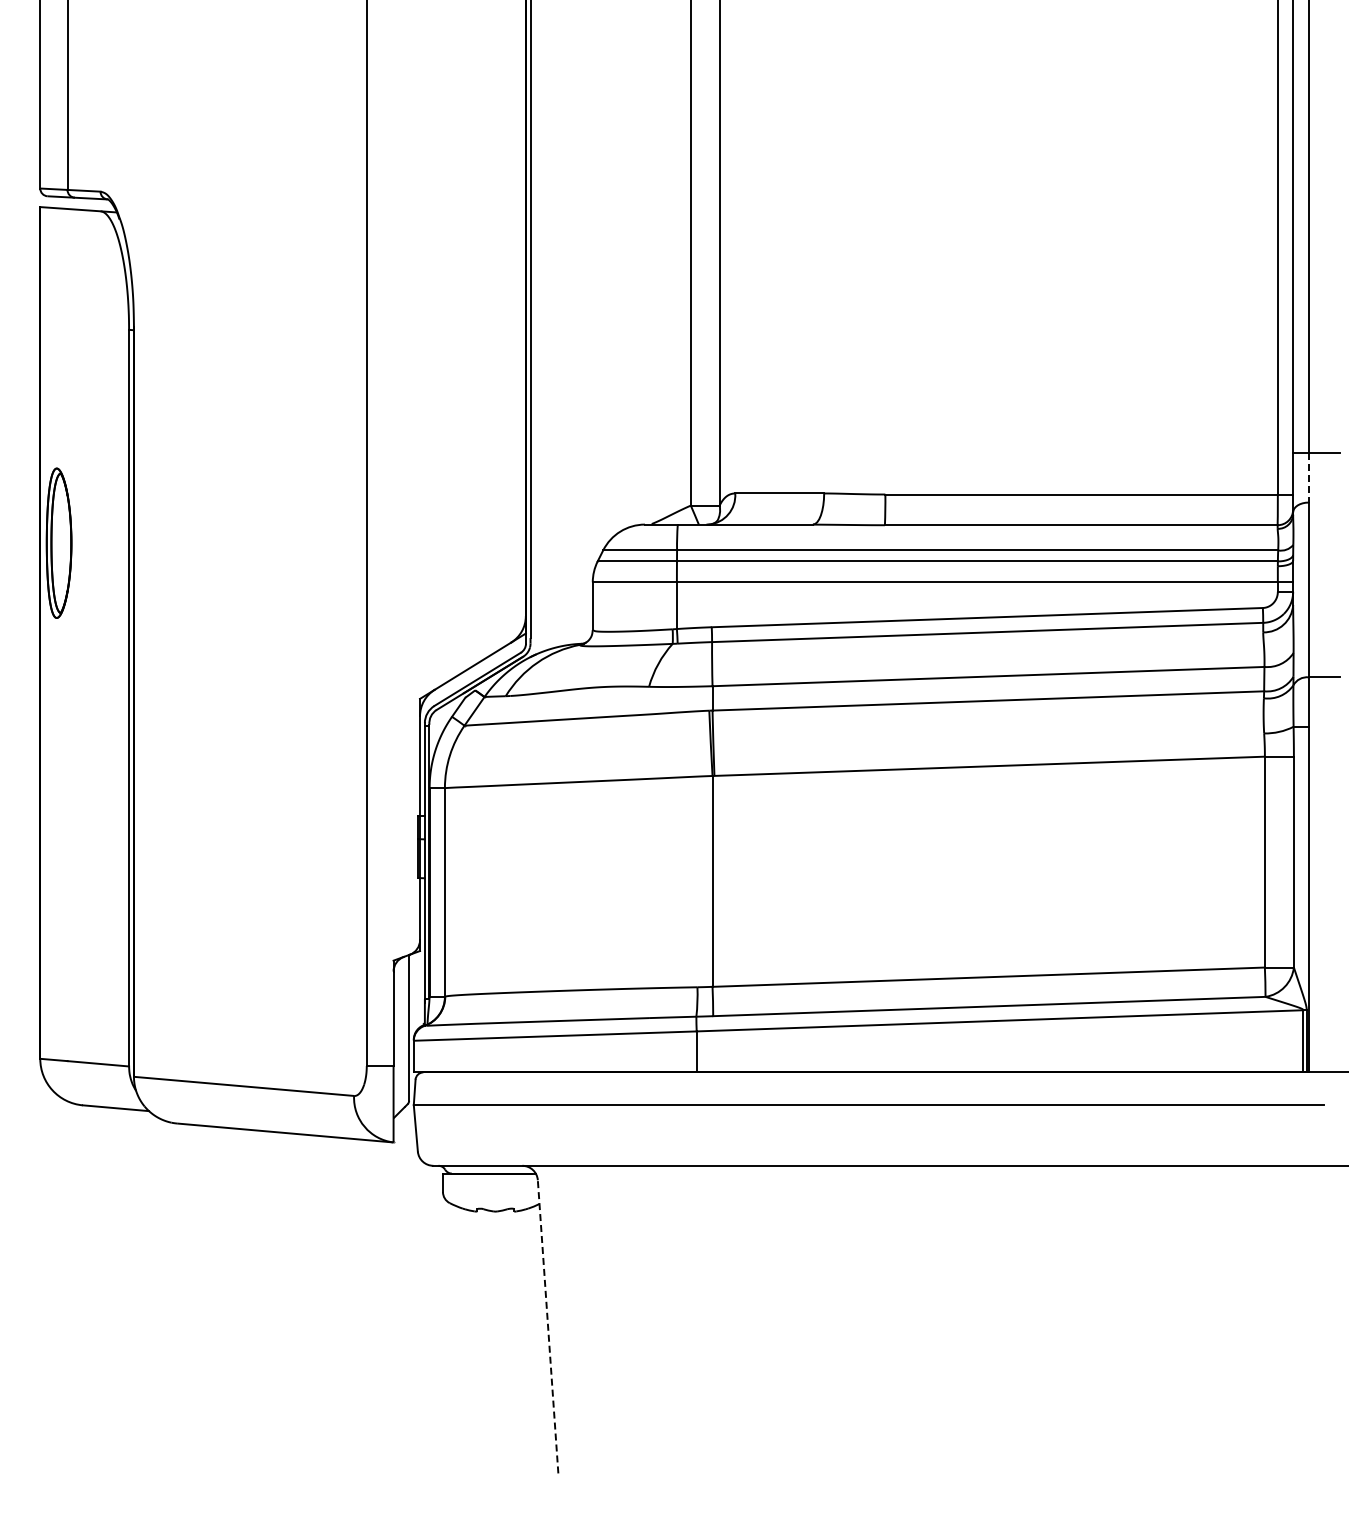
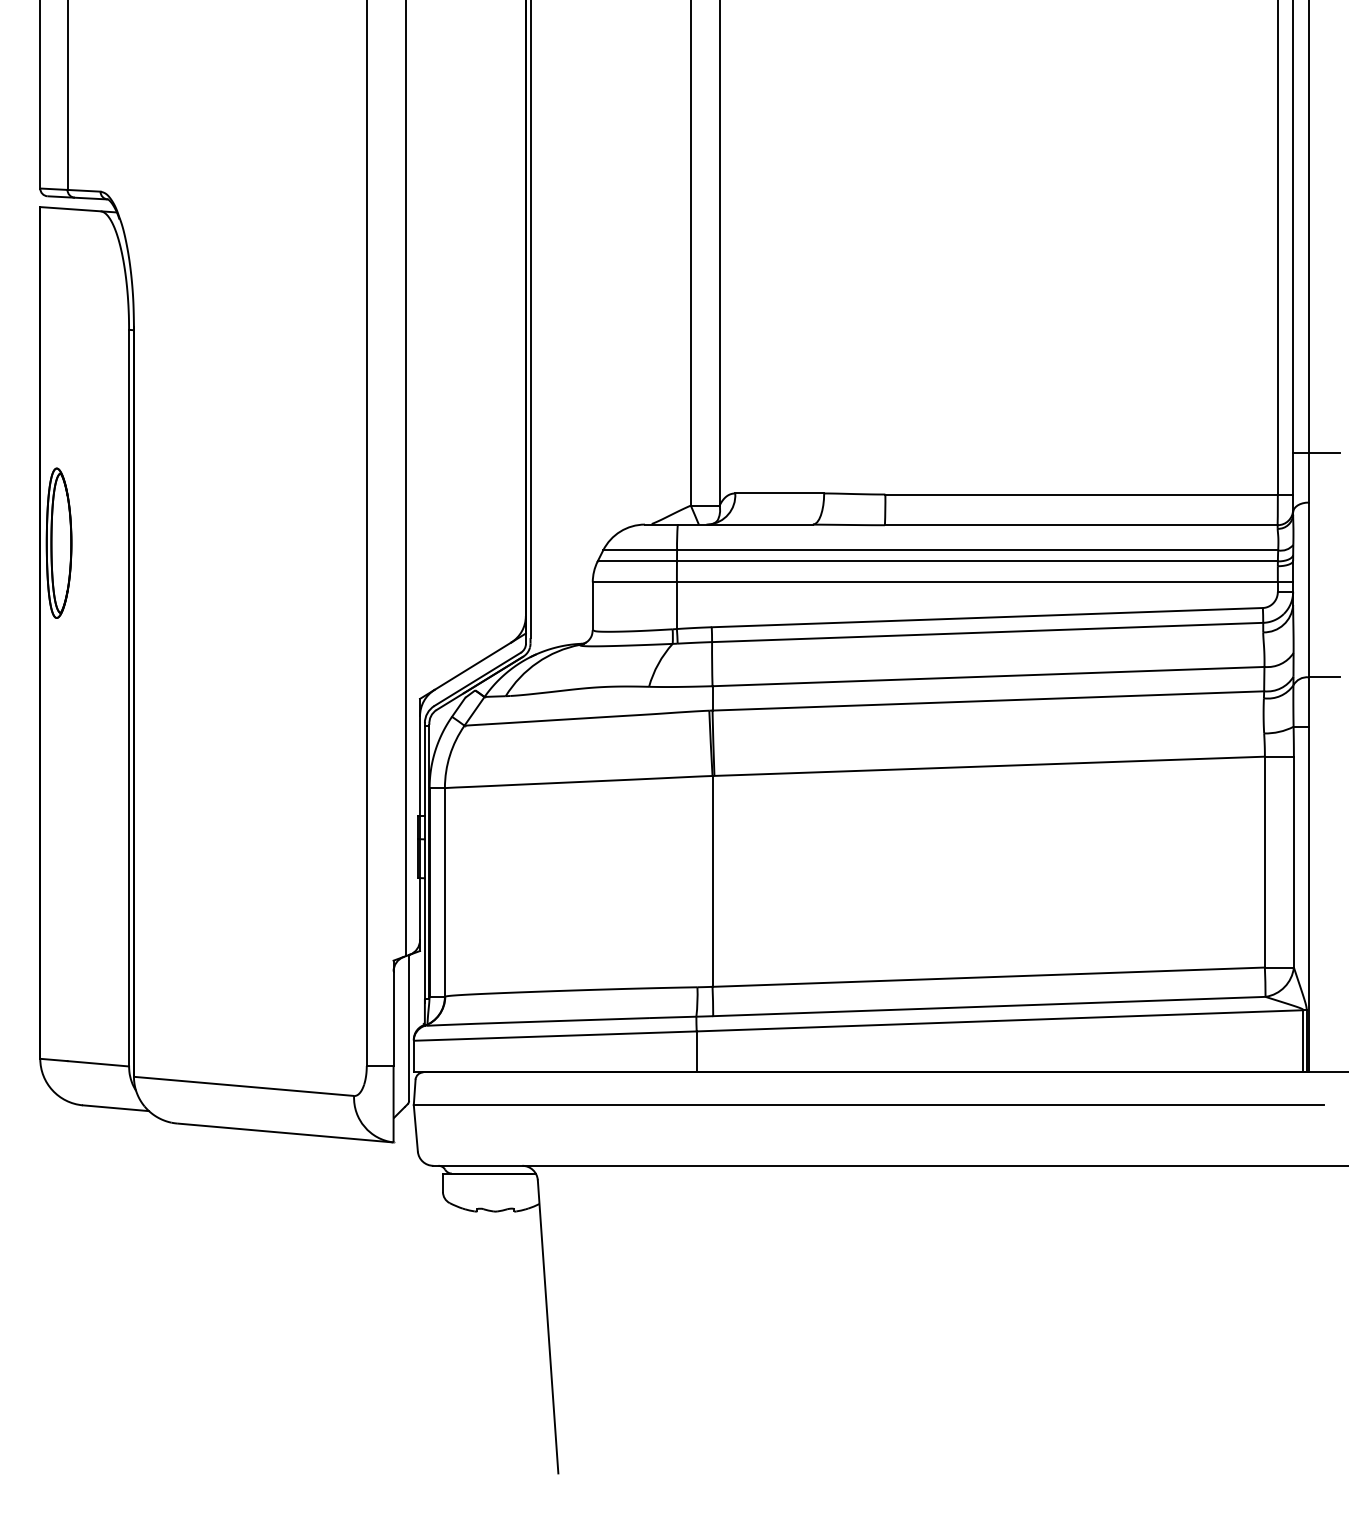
line at (1308, 477): dashed -> solid
line at (406, 479): none -> present
line at (548, 1326): dashed -> solid
